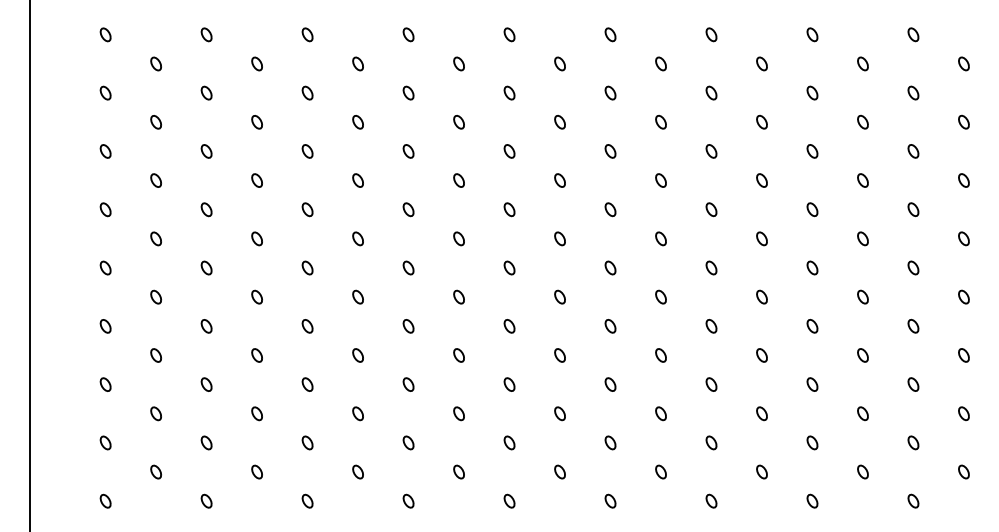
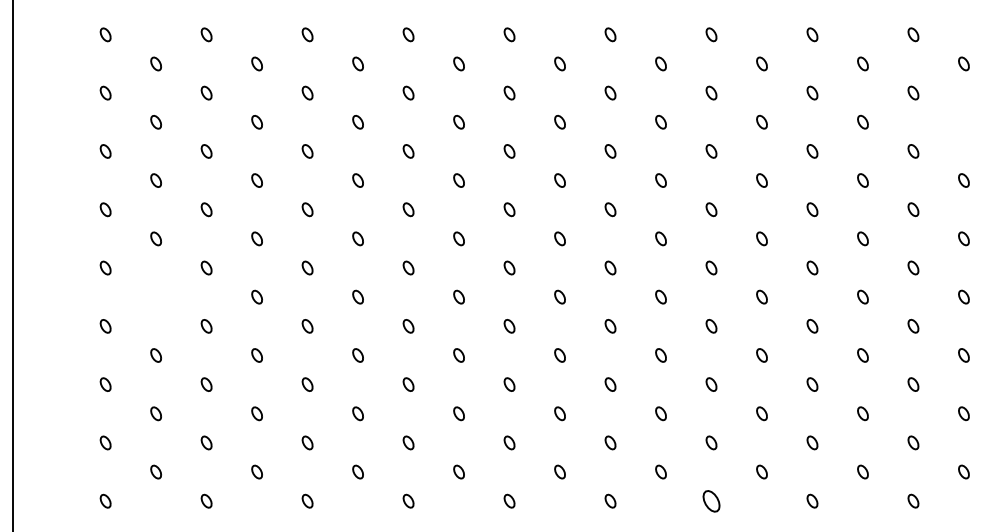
part at (963, 121): present -> none
line at (29, 265) position: (29, 265) -> (12, 265)
part at (155, 296): present -> none
part at (711, 500) size: 13x16 px -> 19x23 px
